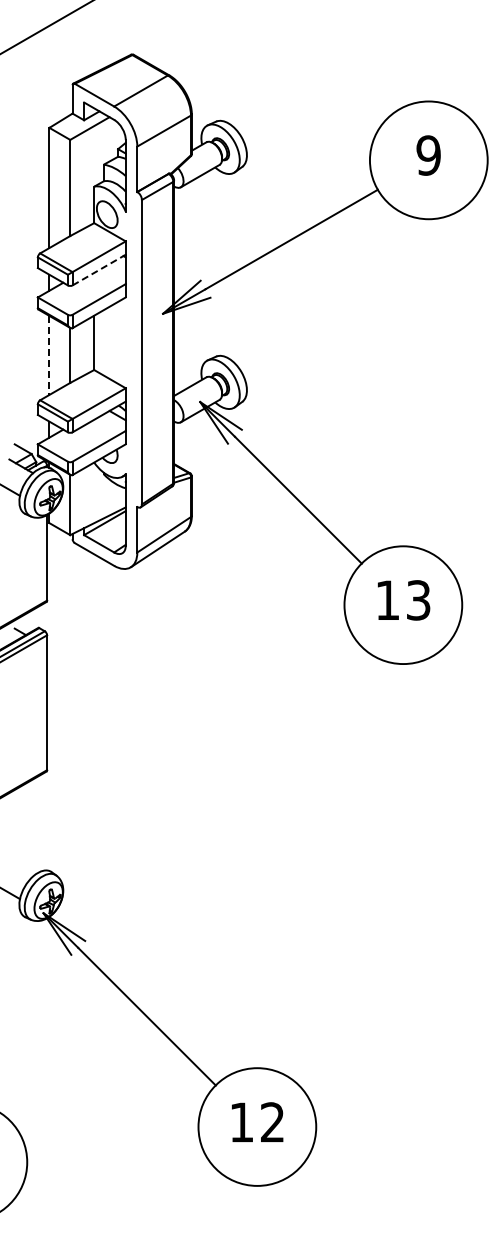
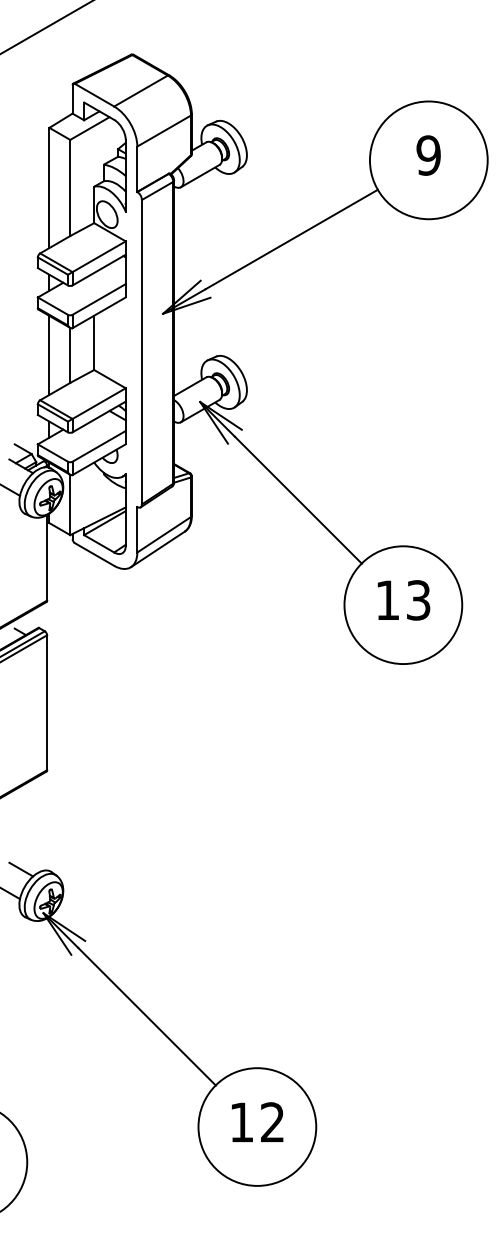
line at (99, 270): dashed -> solid
line at (49, 355): dashed -> solid
line at (21, 869): none -> present
